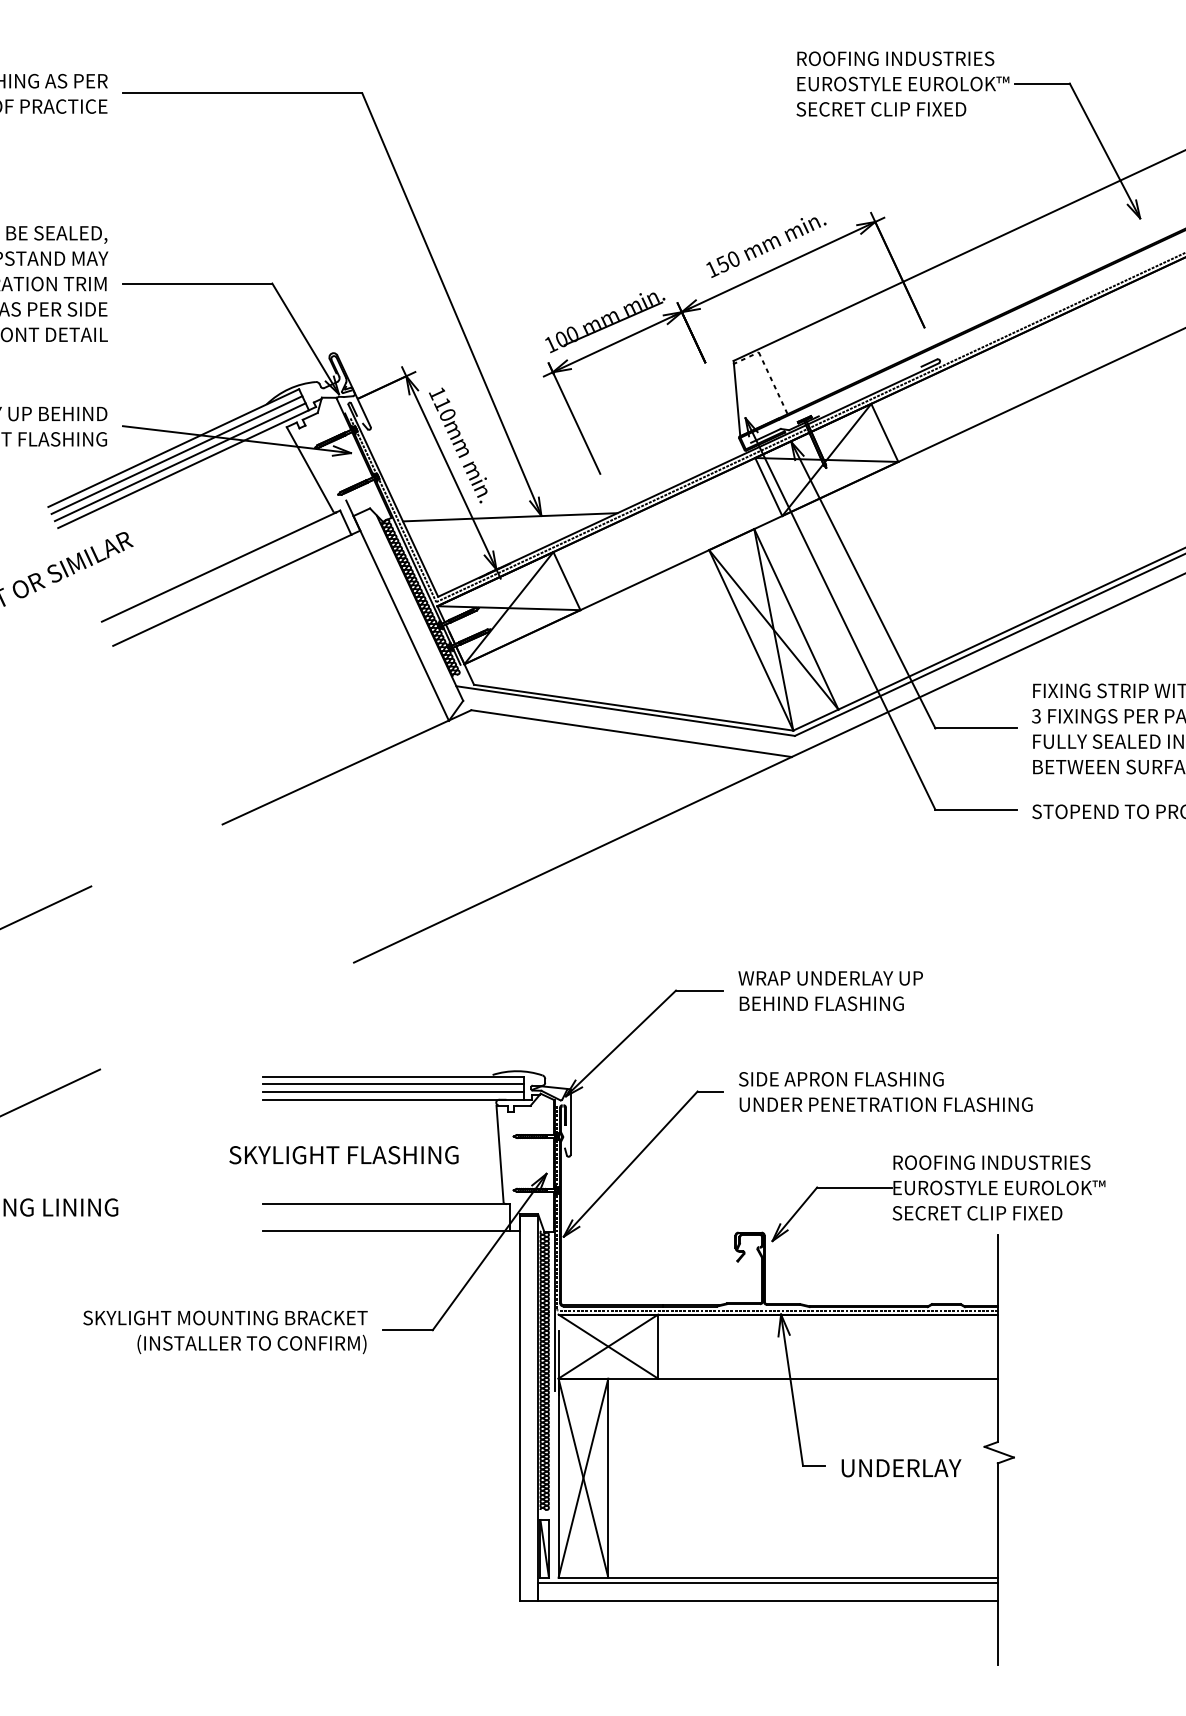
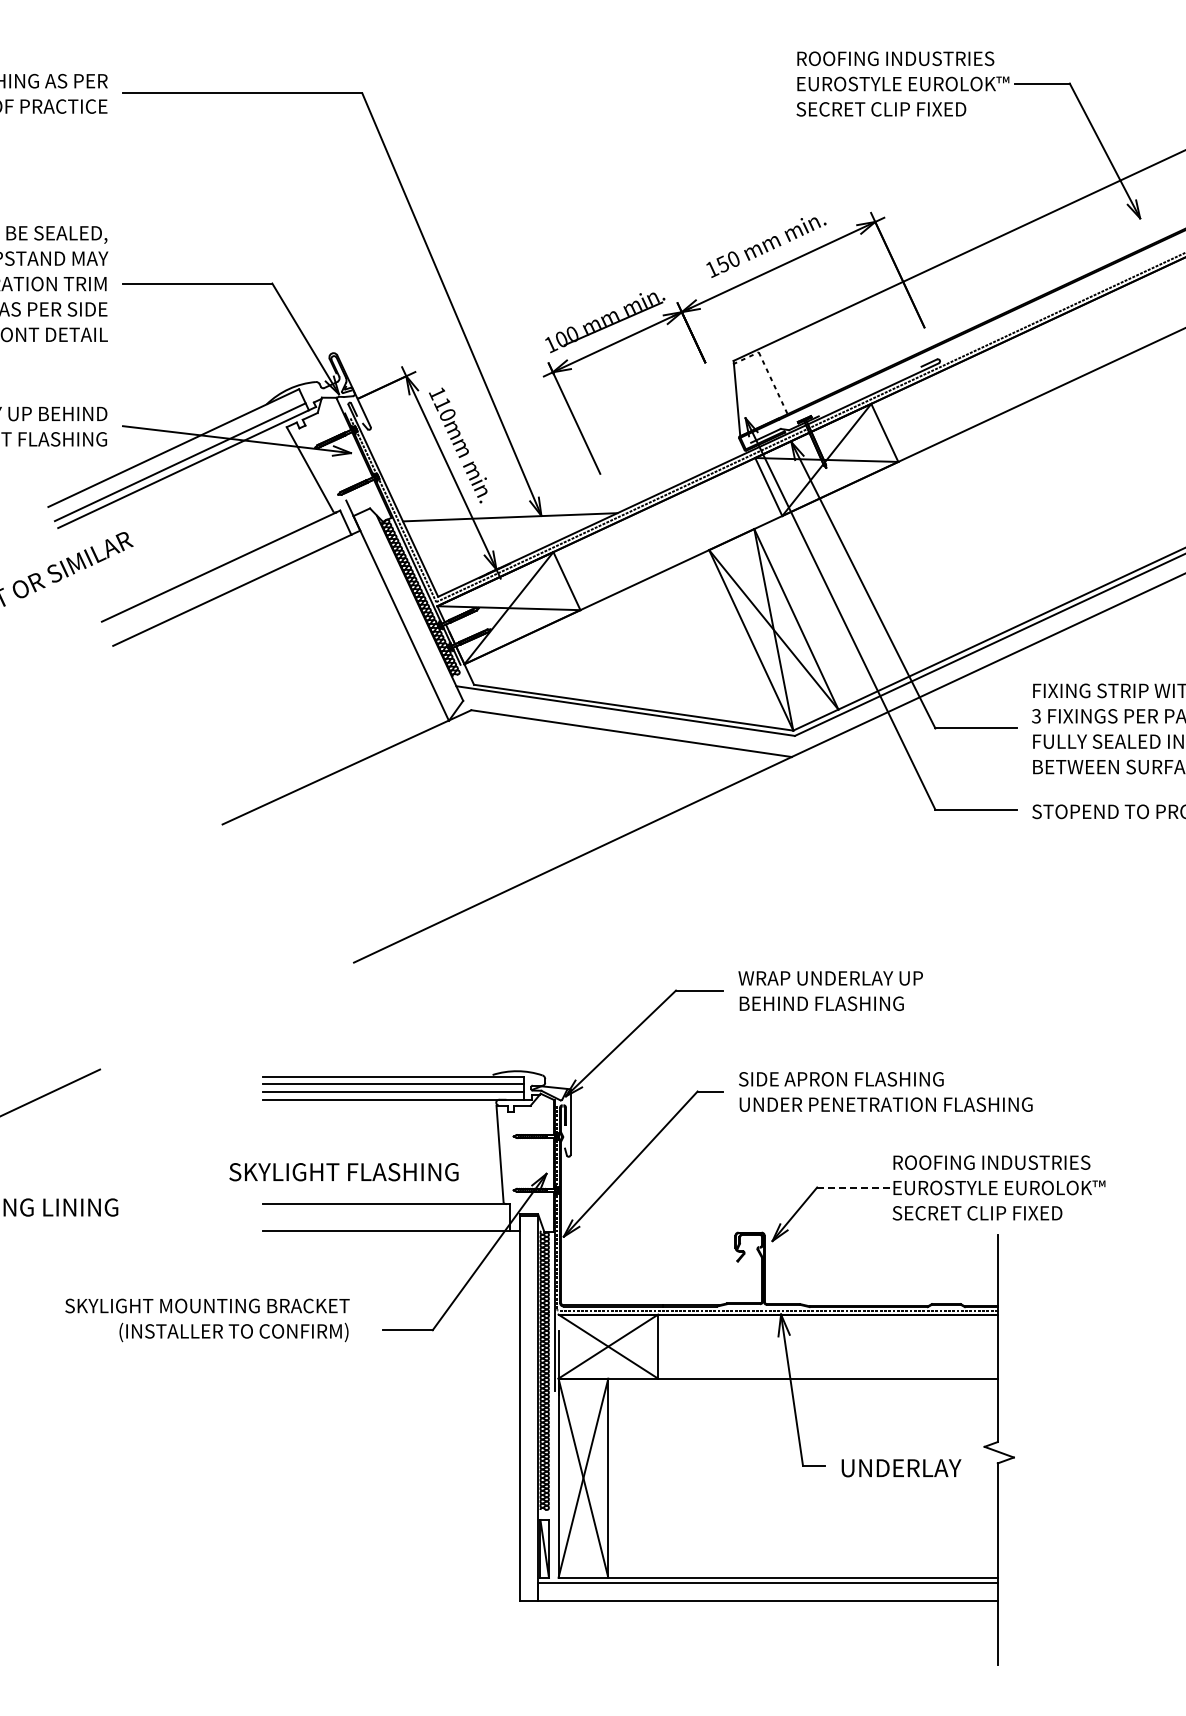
line at (176, 454): present -> none
line at (46, 907): present -> none
text at (343, 1155) position: (343, 1155) -> (343, 1172)
line at (854, 1187): solid -> dashed
text at (225, 1332) position: (225, 1332) -> (207, 1320)
